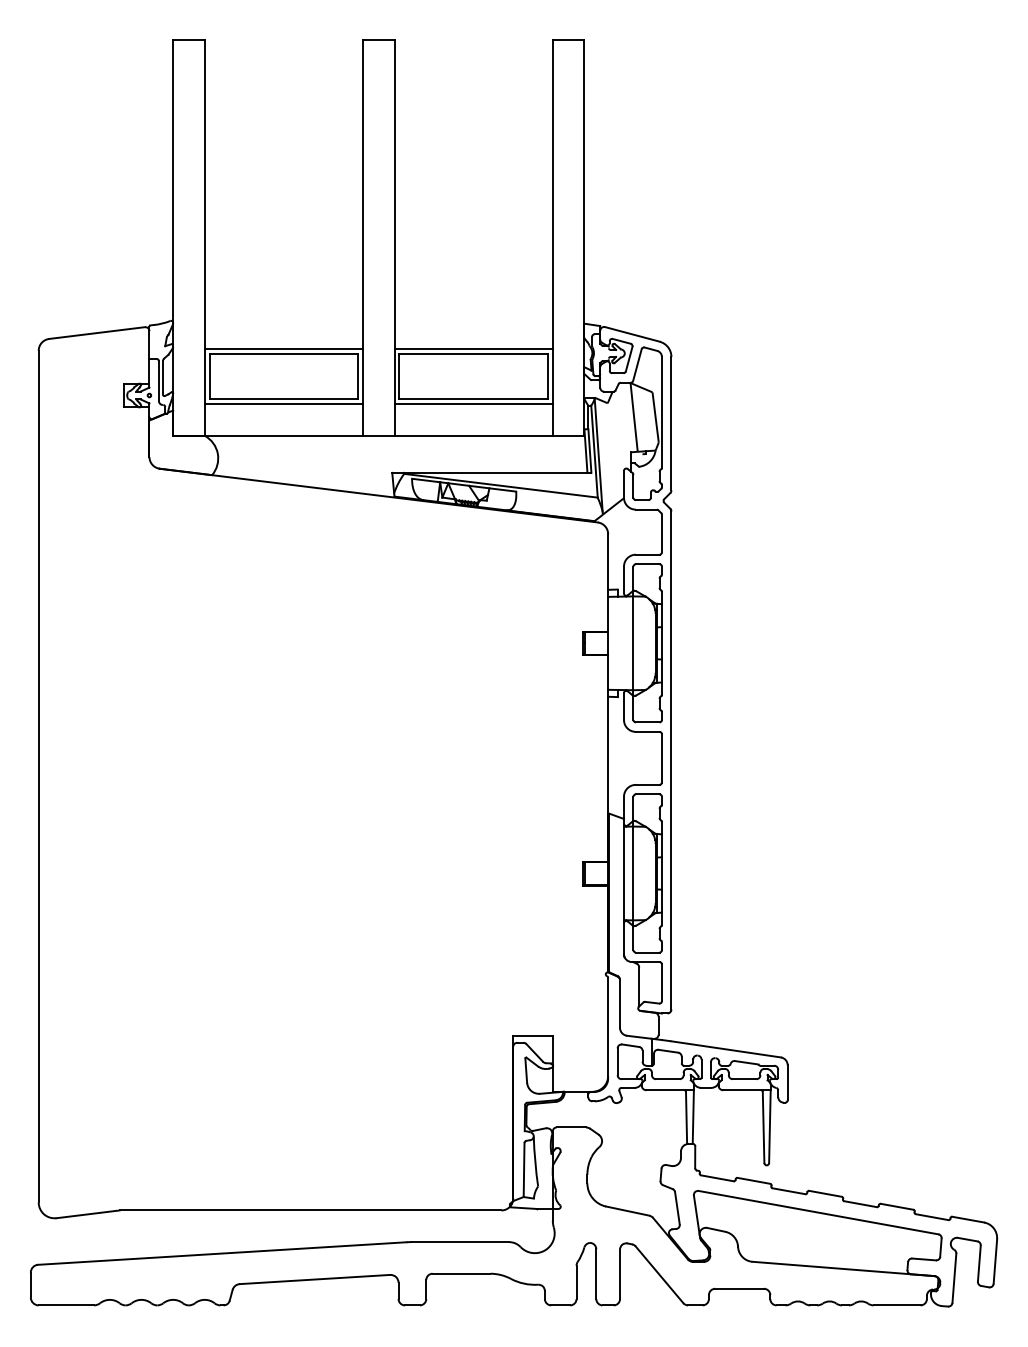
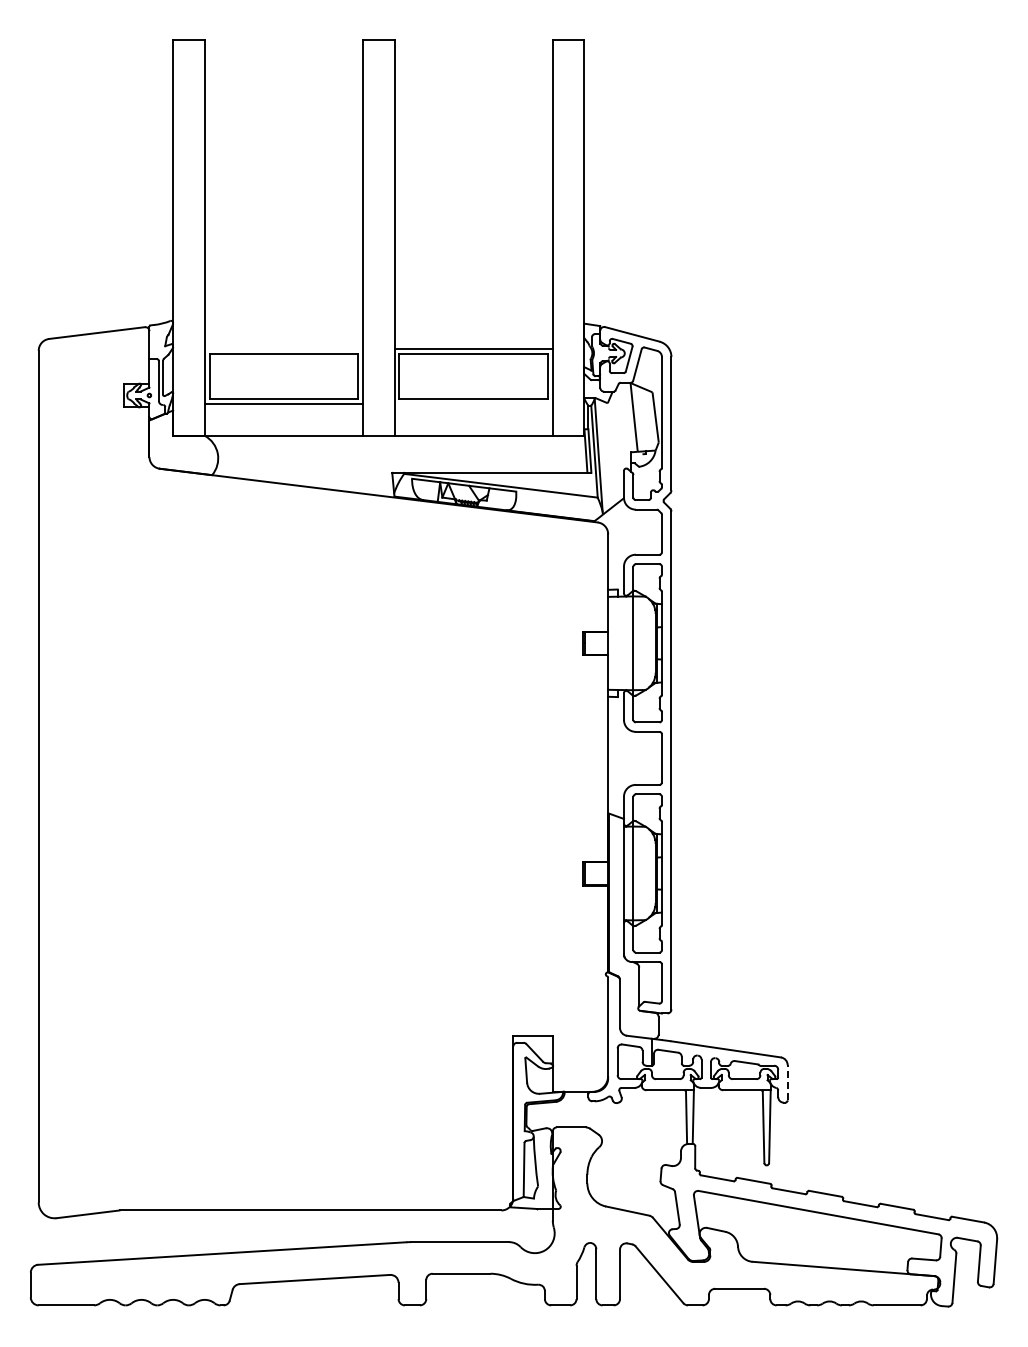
line at (283, 348): present -> none
line at (473, 404): present -> none
line at (787, 1082): solid -> dashed
